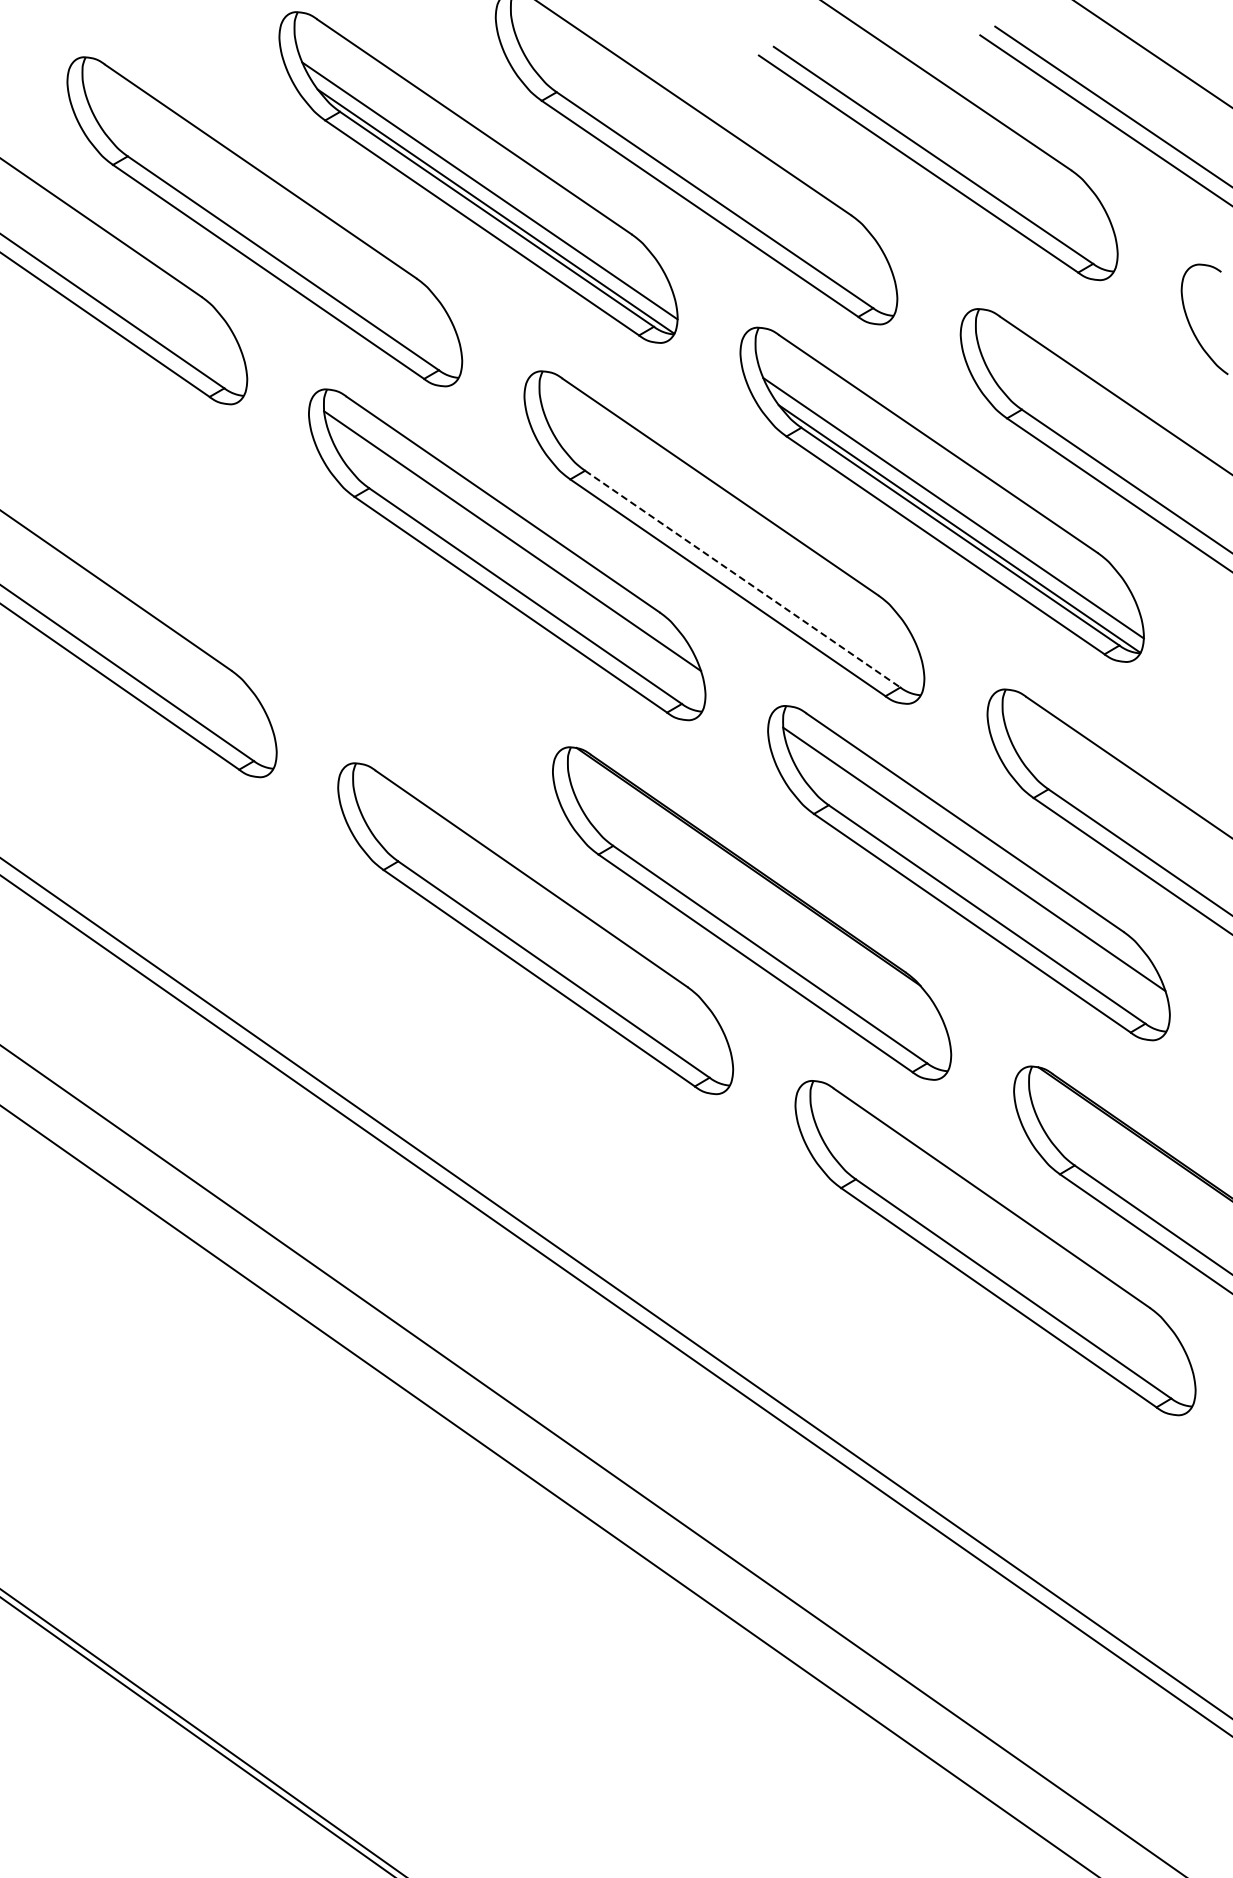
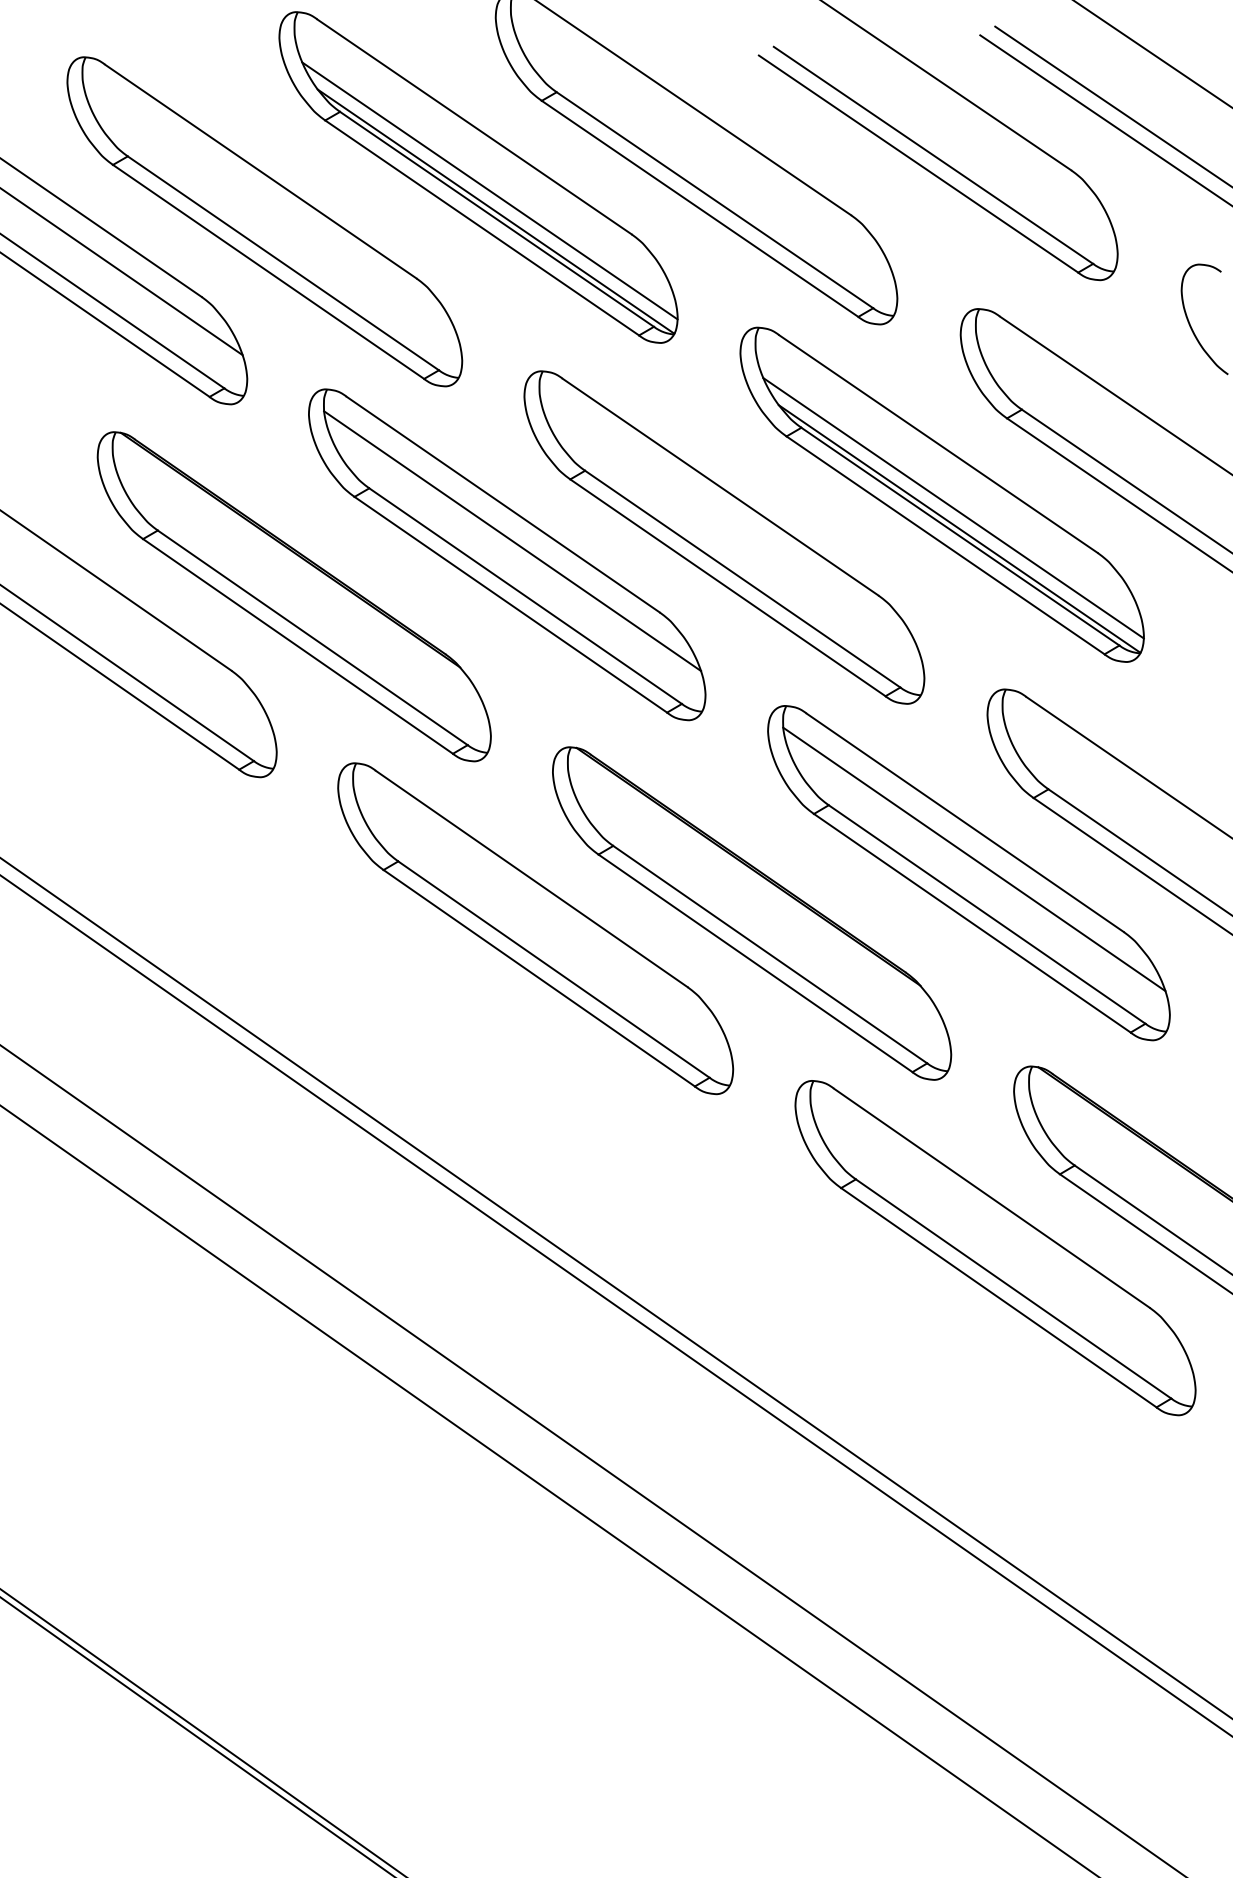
line at (122, 272): none -> present
line at (743, 579): dashed -> solid
part at (293, 596): none -> present
